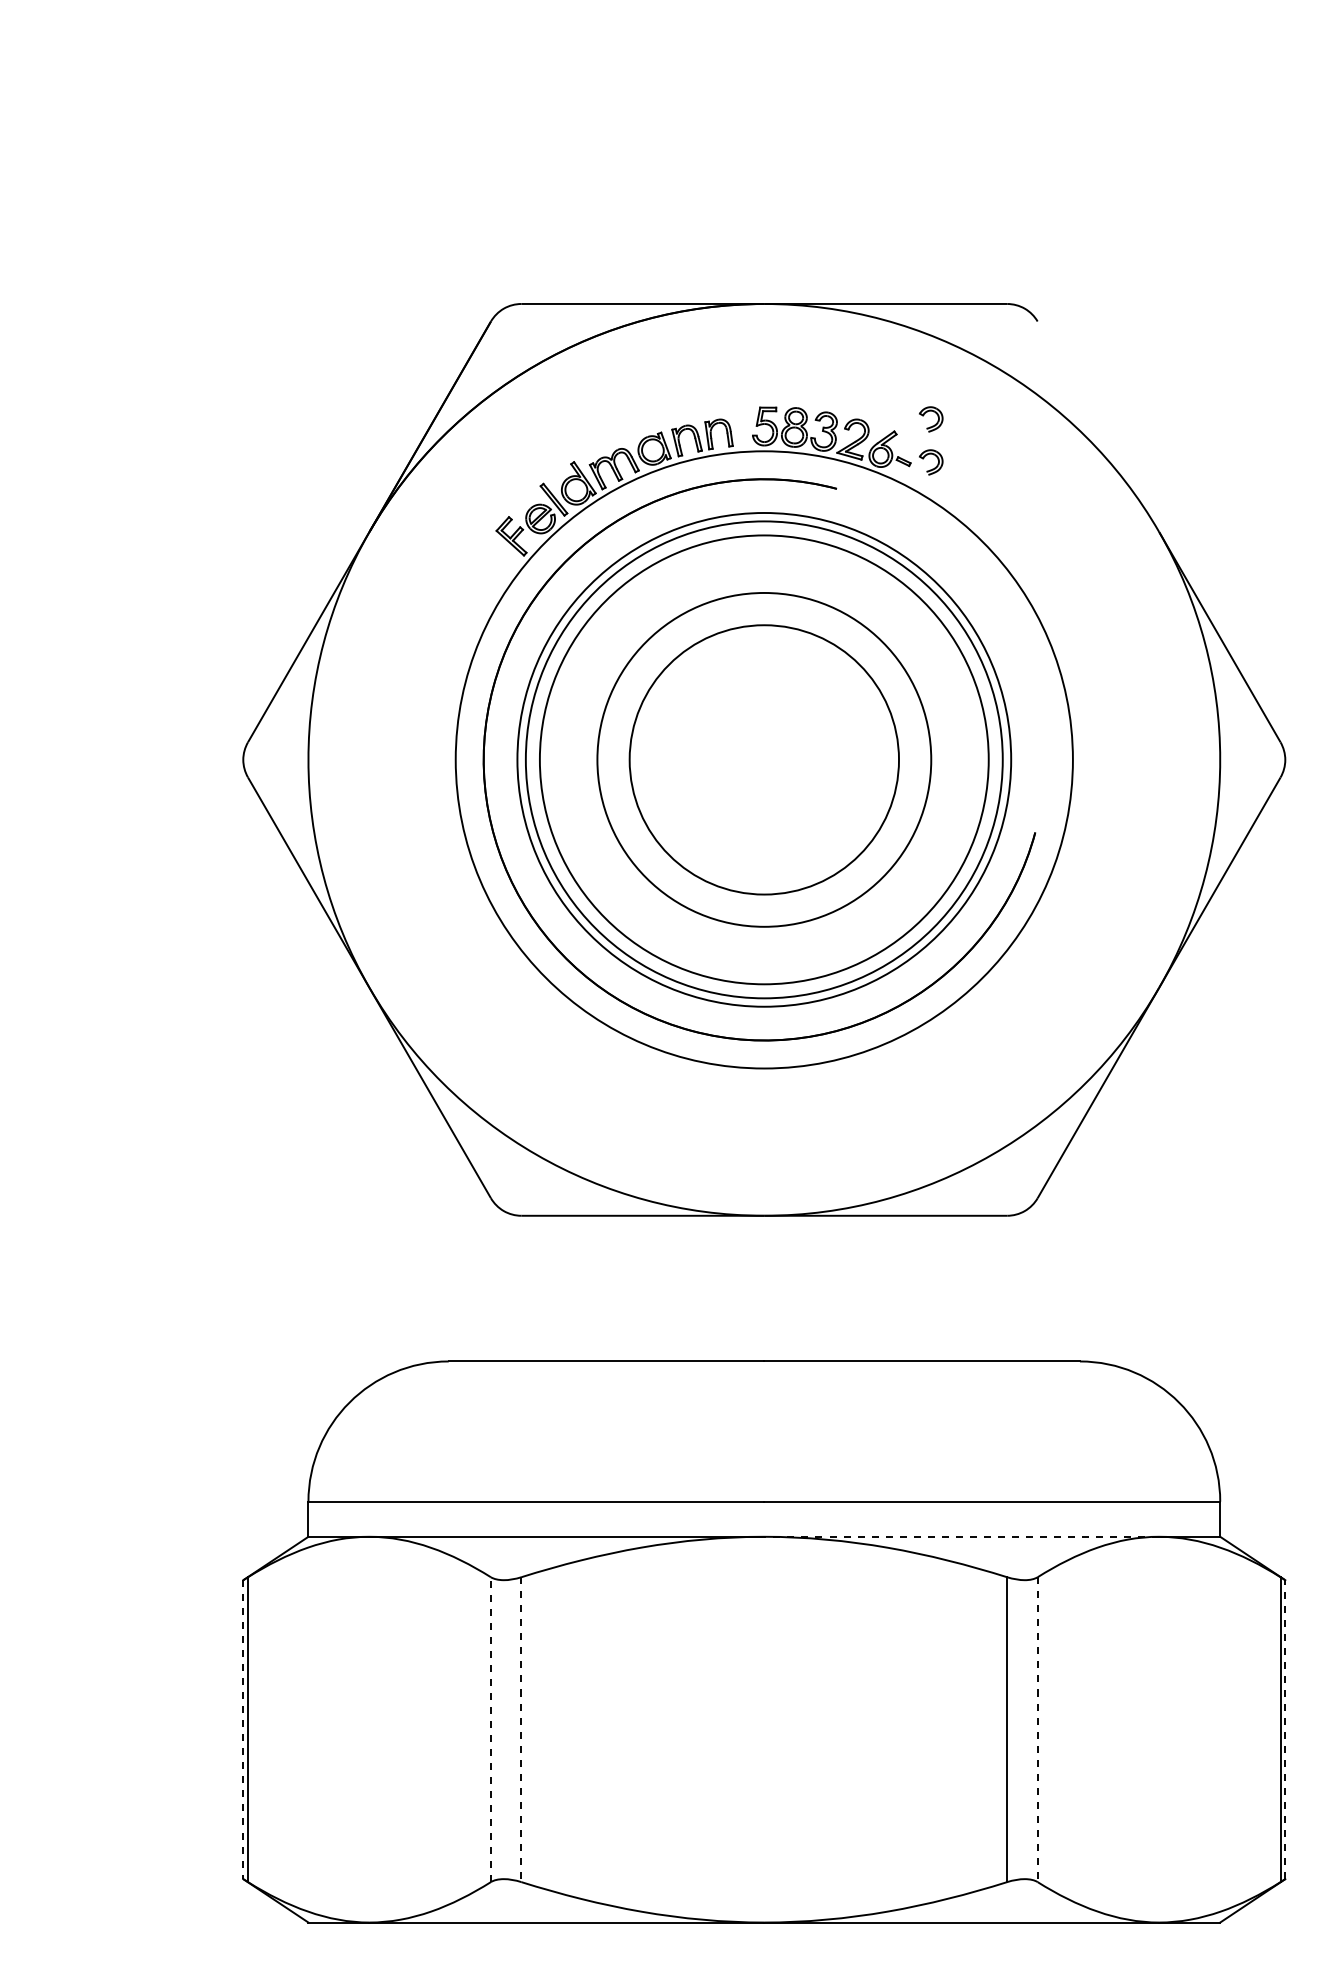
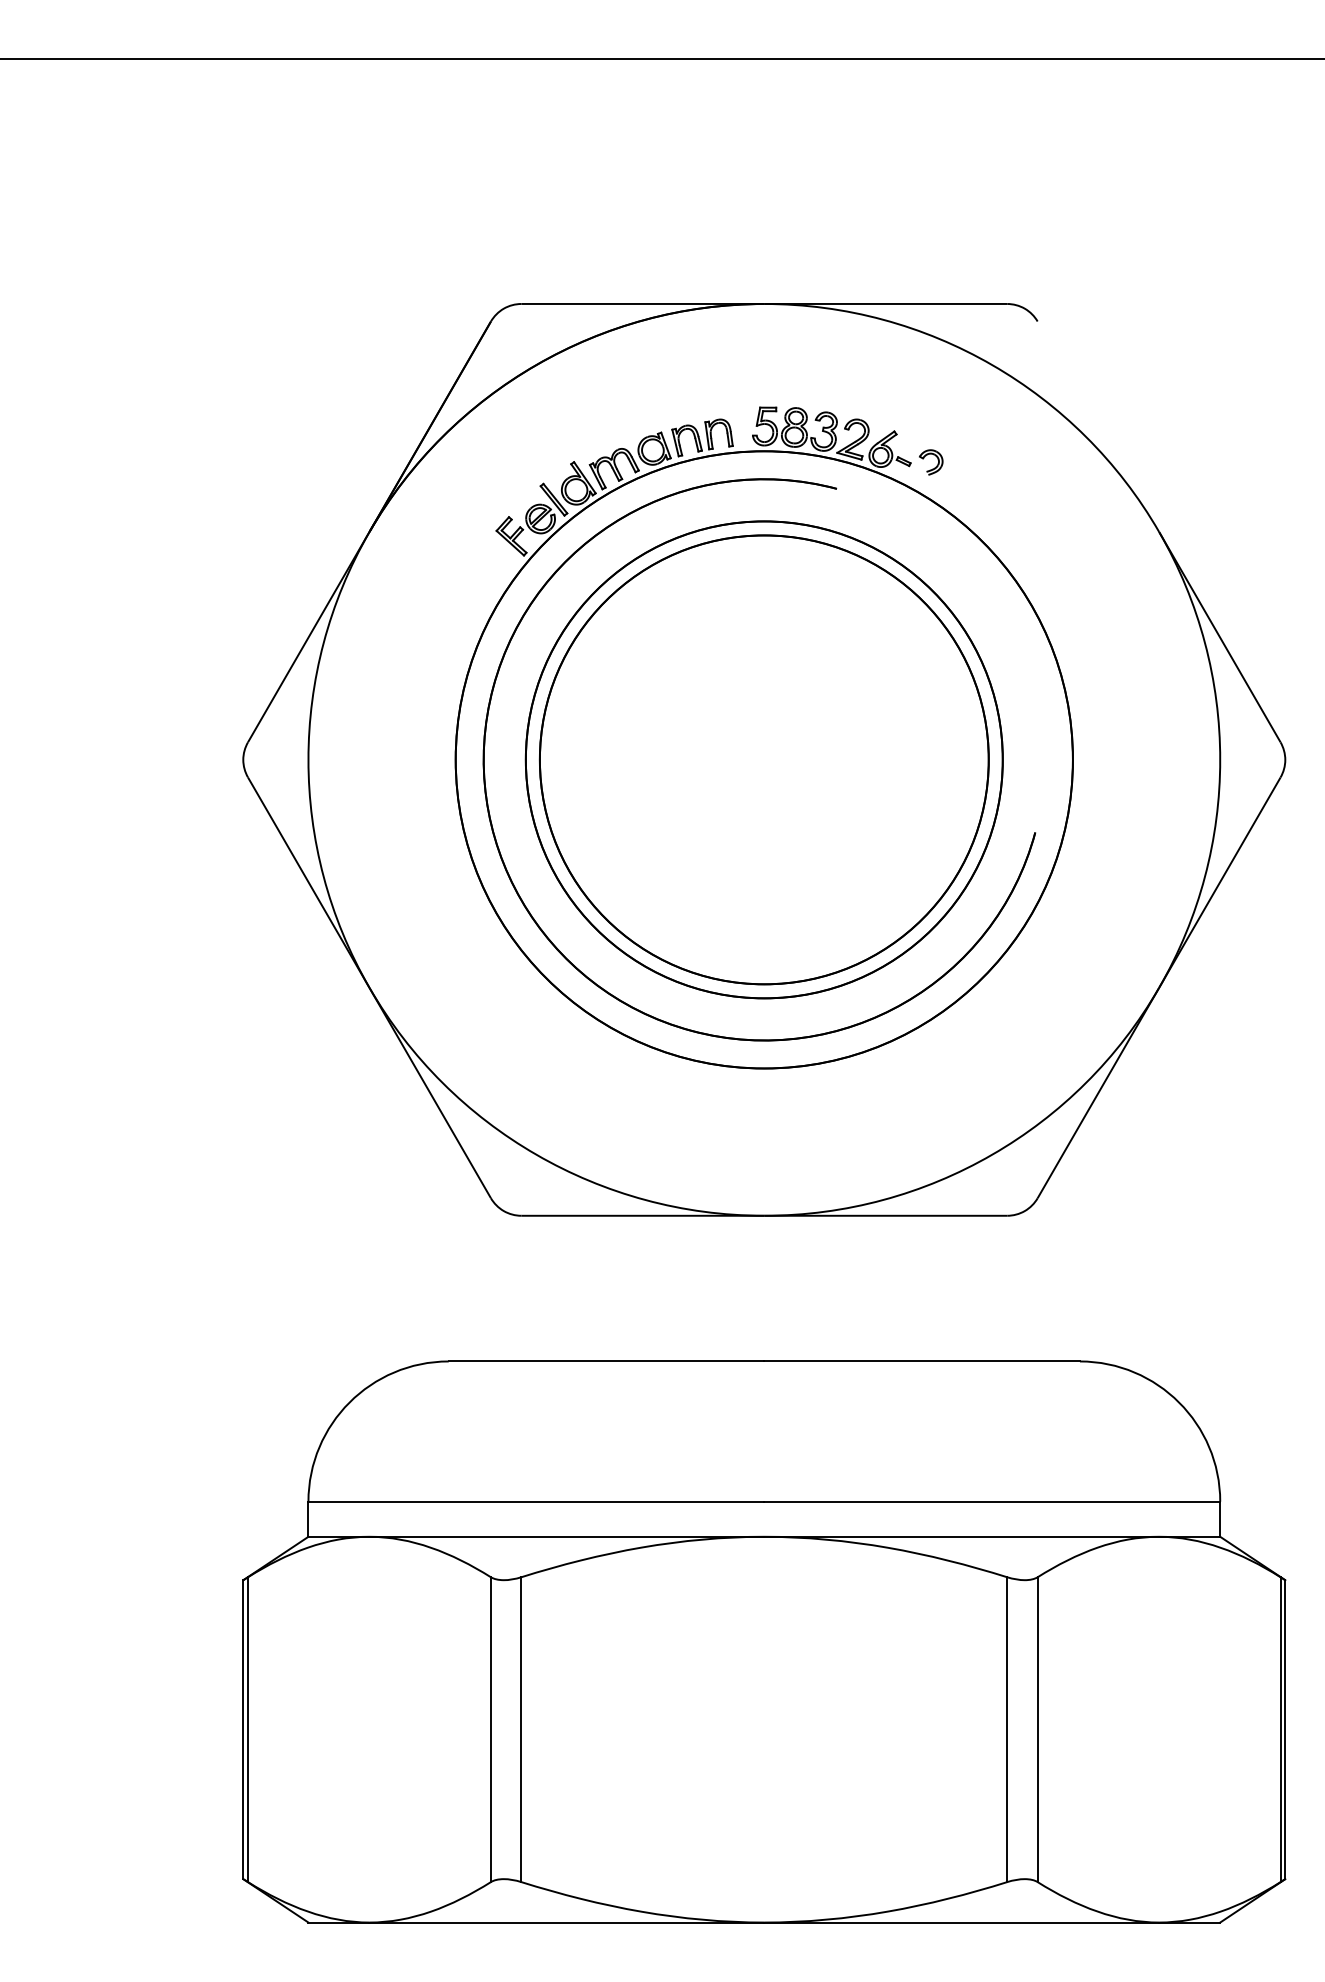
line at (661, 59): none -> present
part at (931, 419): present -> none
circle at (764, 759) diameter: 269 px -> 449 px
circle at (764, 759) diameter: 334 px -> 477 px
circle at (764, 759) diameter: 494 px -> 617 px
line at (961, 1536): dashed -> solid
line at (243, 1729): dashed -> solid
line at (490, 1729): dashed -> solid
line at (1285, 1729): dashed -> solid
line at (521, 1730): dashed -> solid
line at (1037, 1730): dashed -> solid
